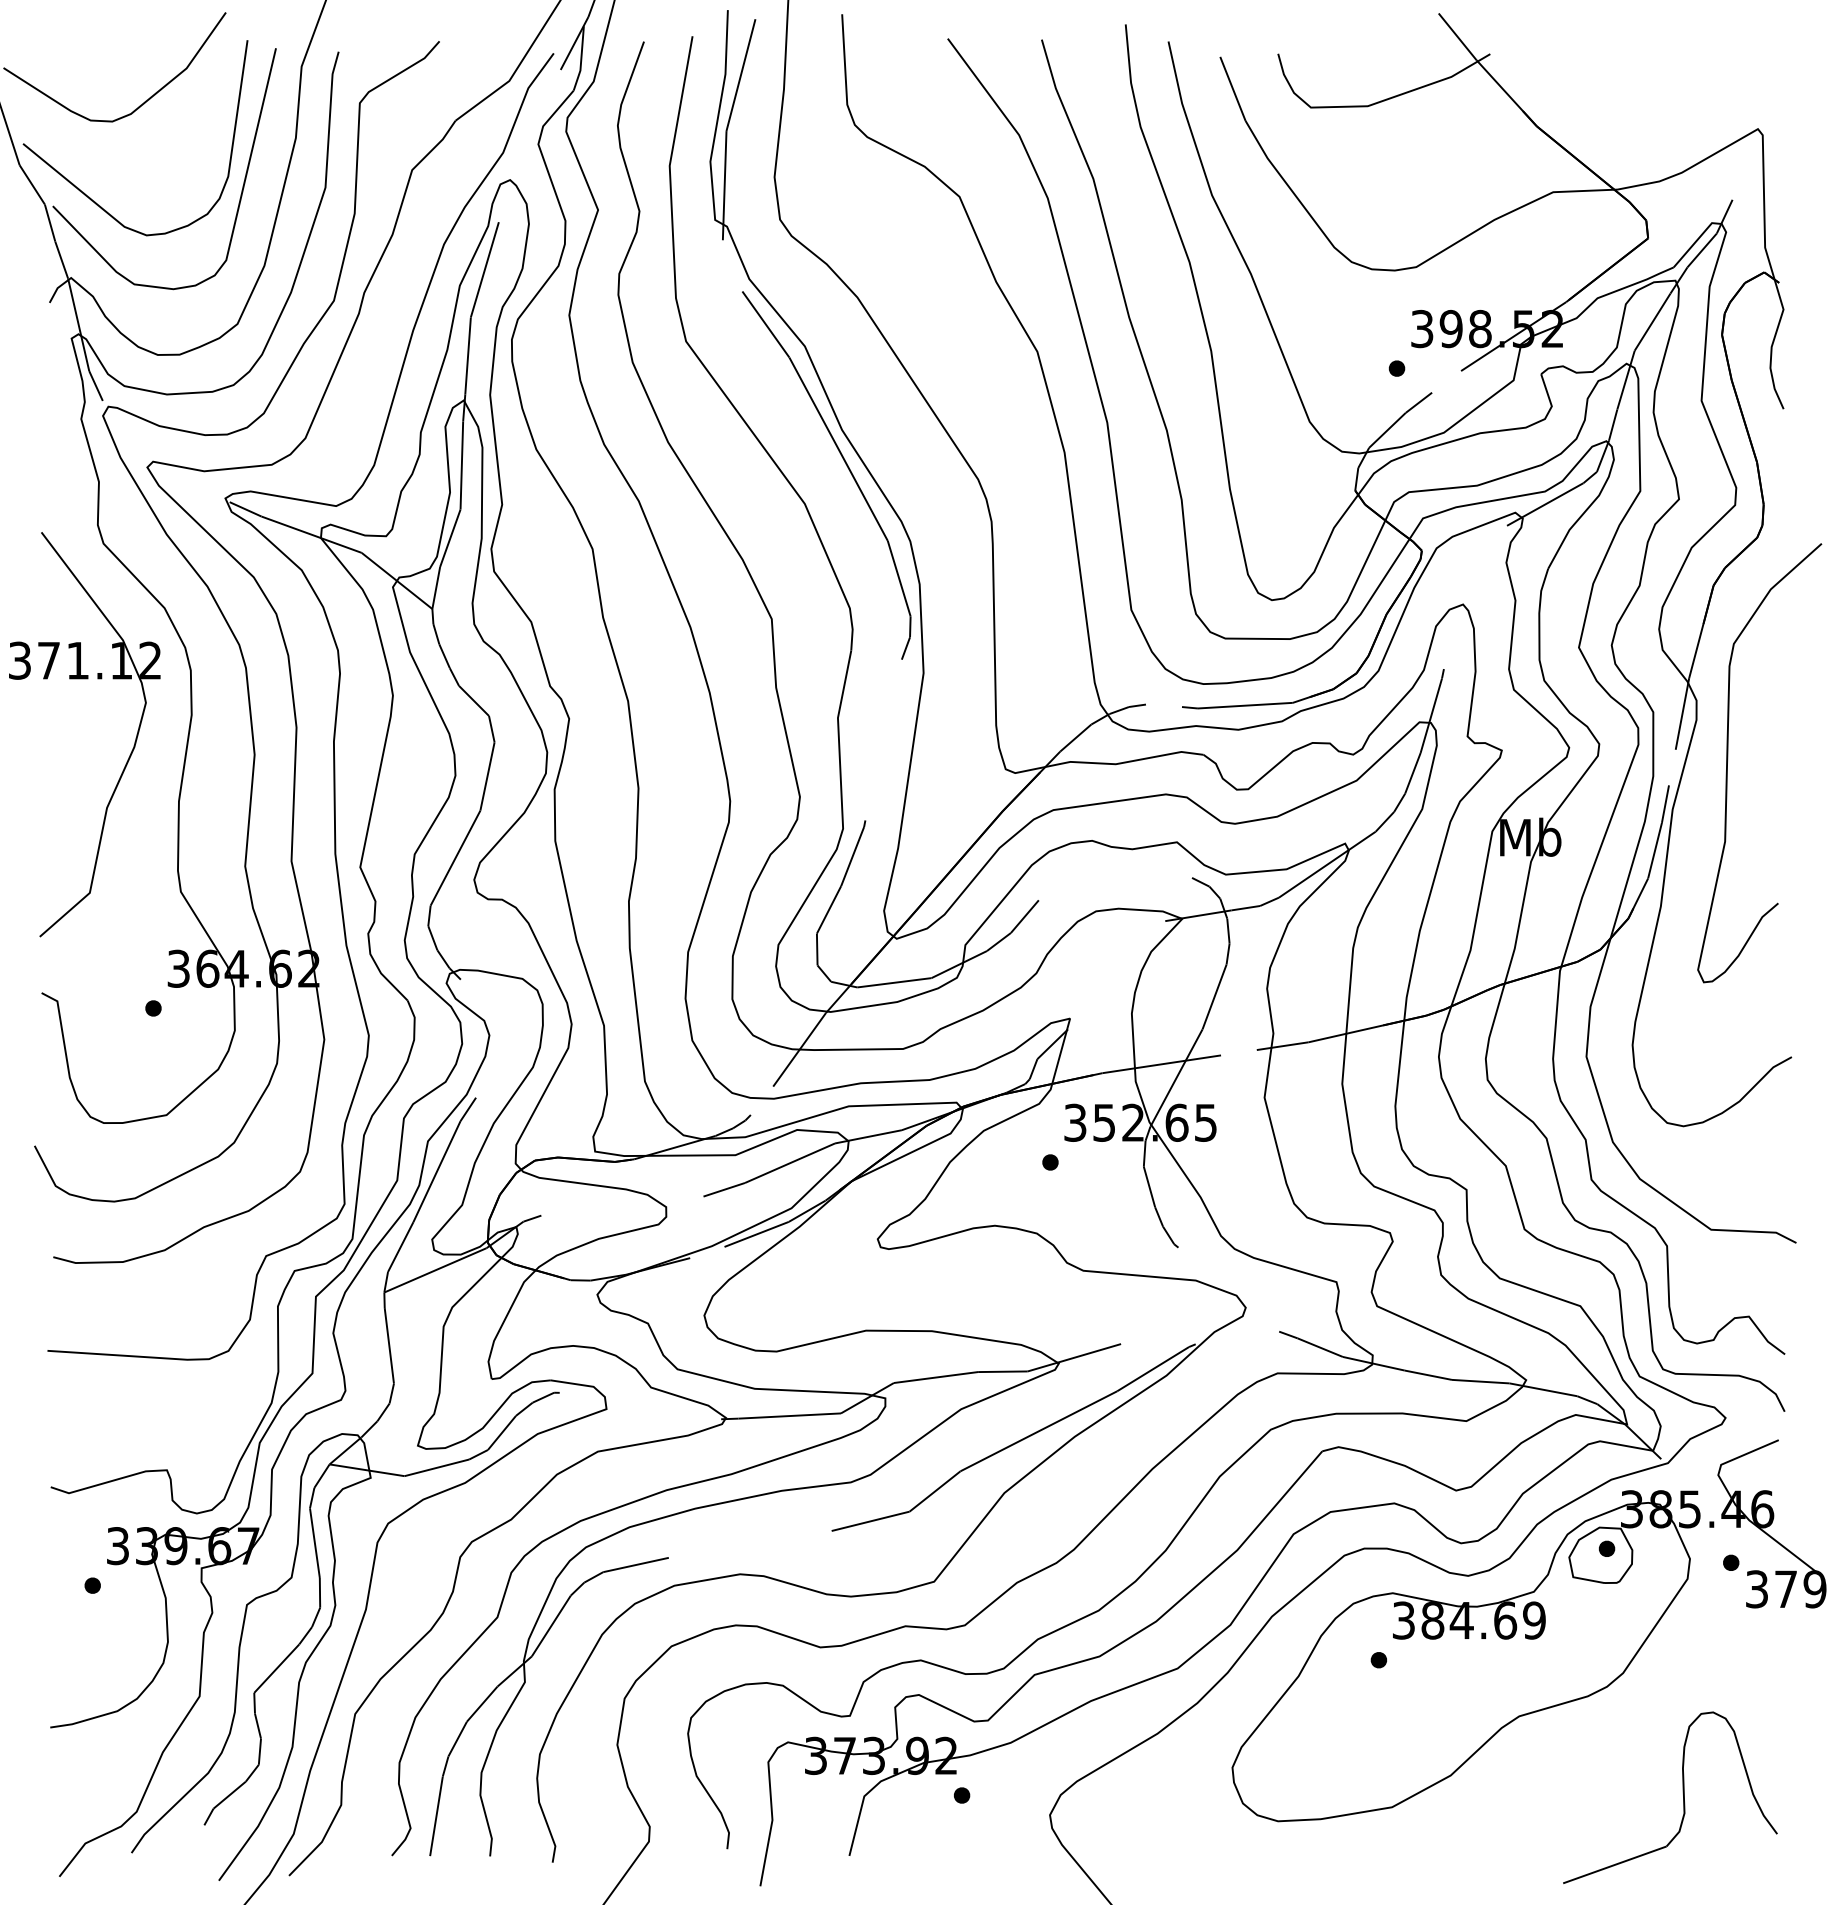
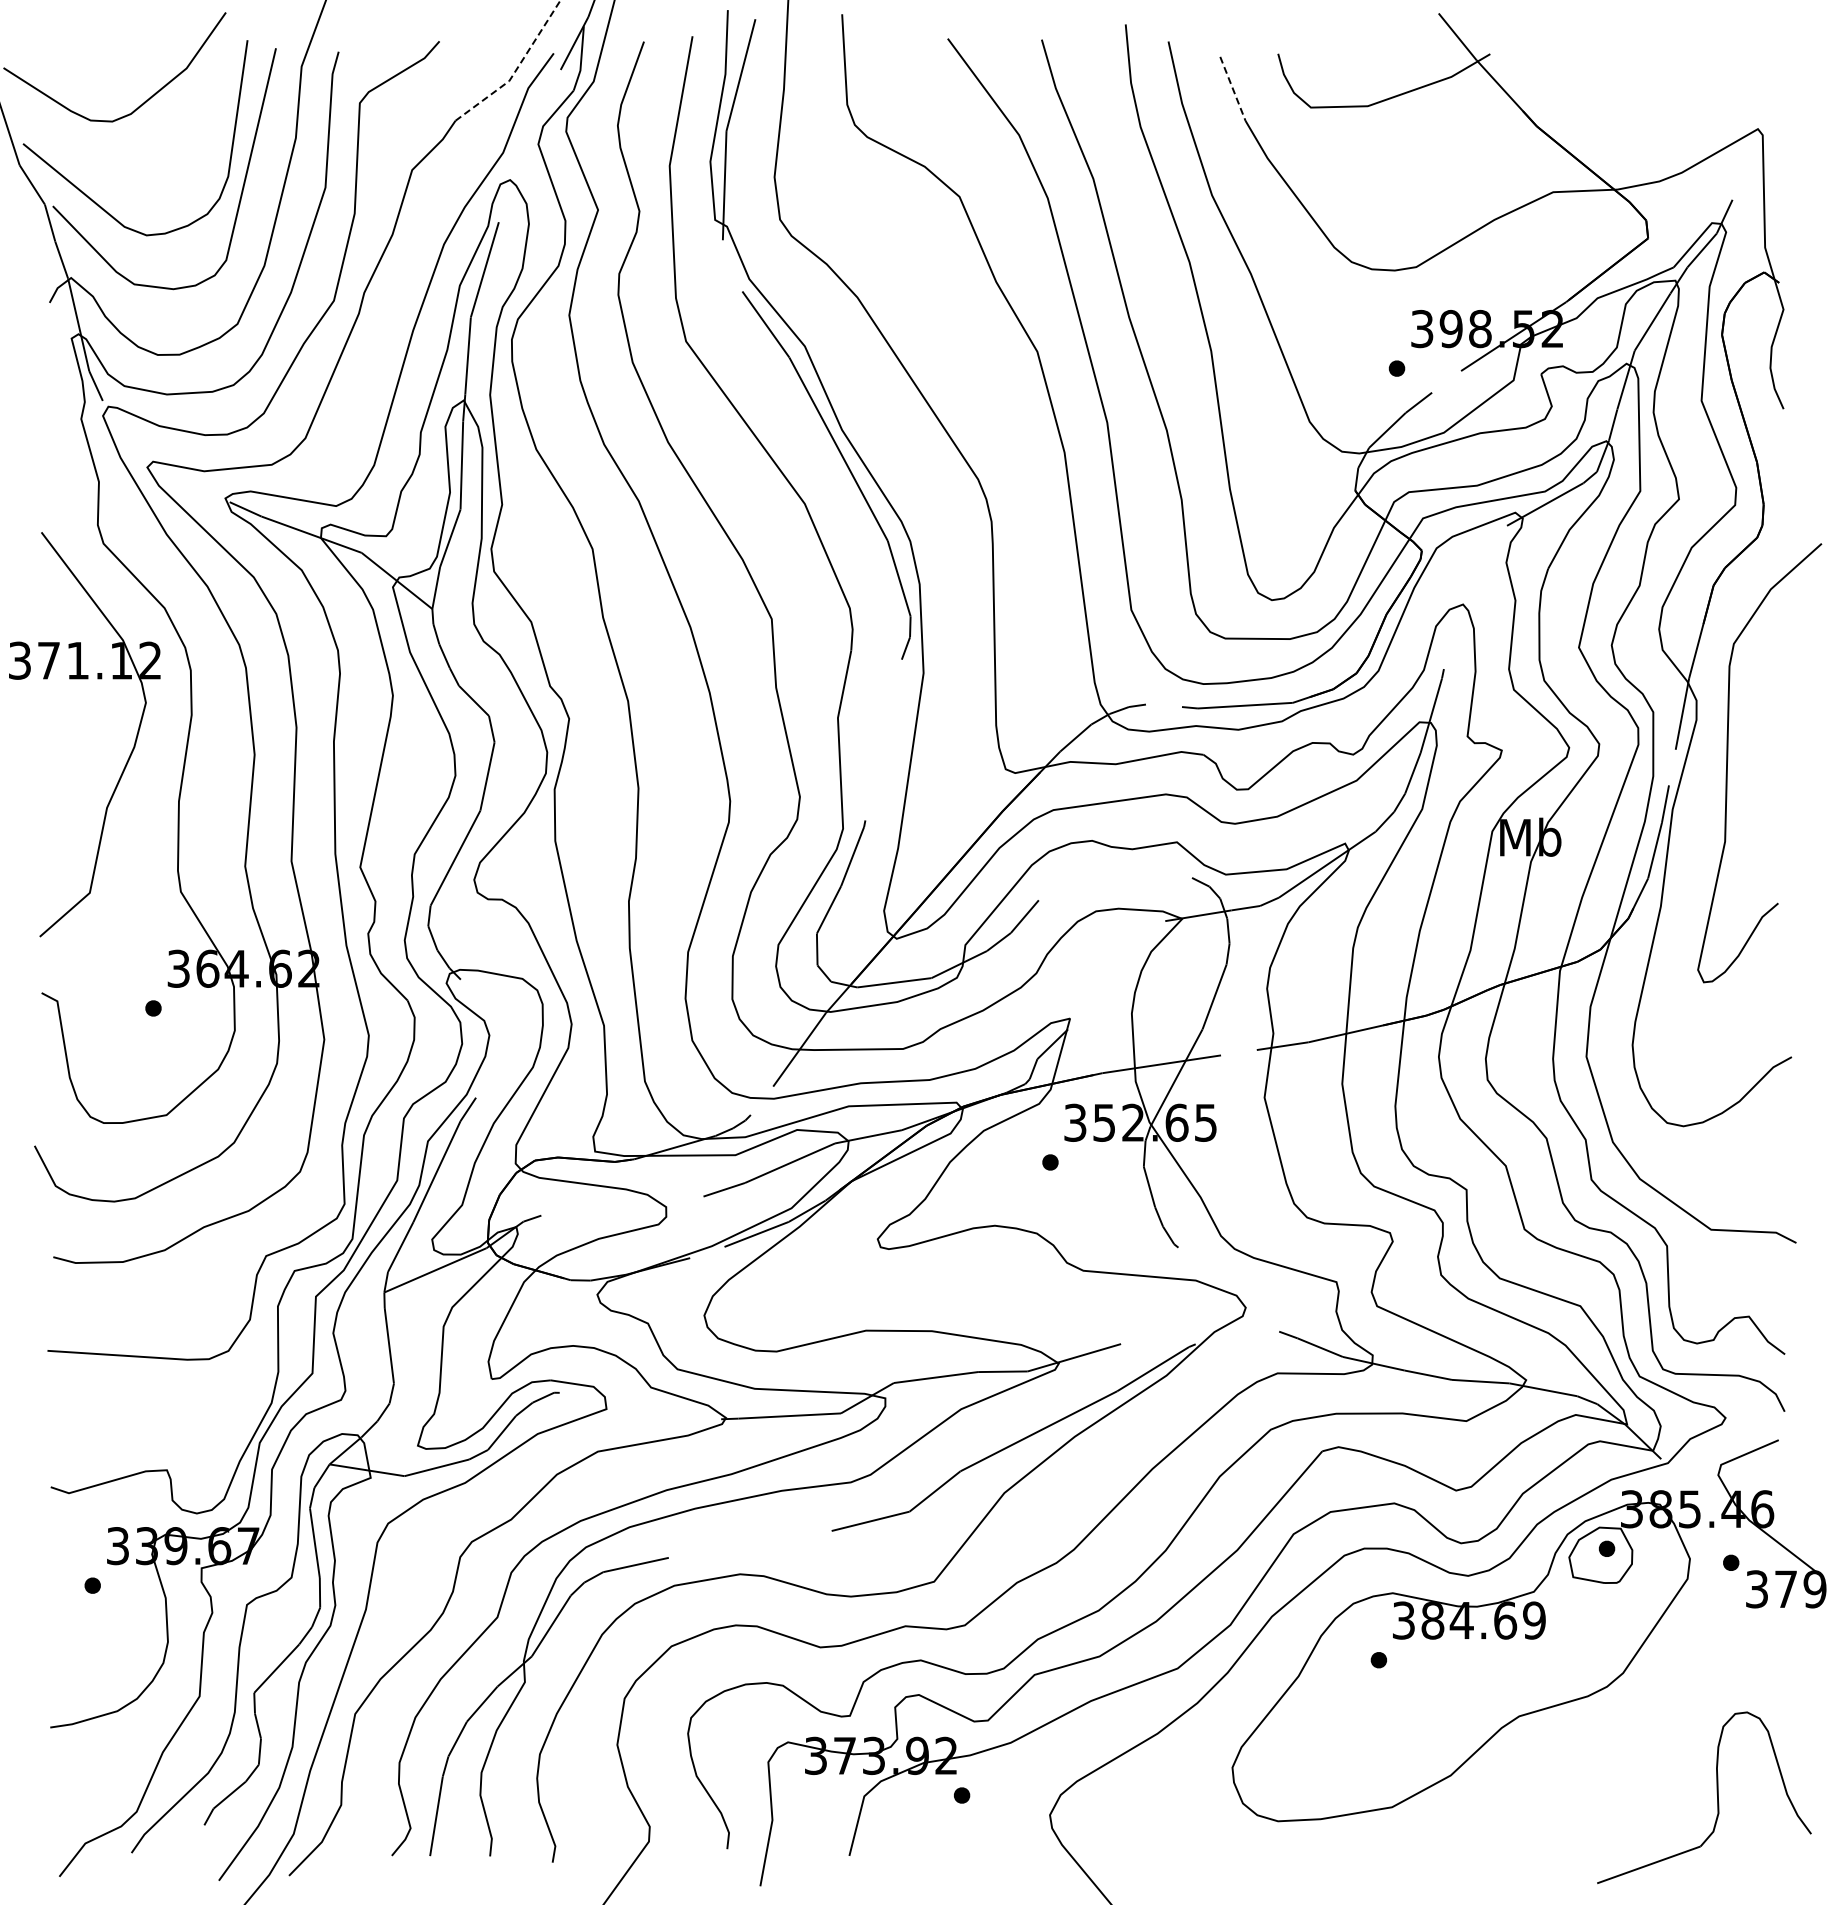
line at (516, 69): solid -> dashed
line at (1233, 89): solid -> dashed
part at (1682, 1793) position: (1682, 1793) -> (1716, 1793)
